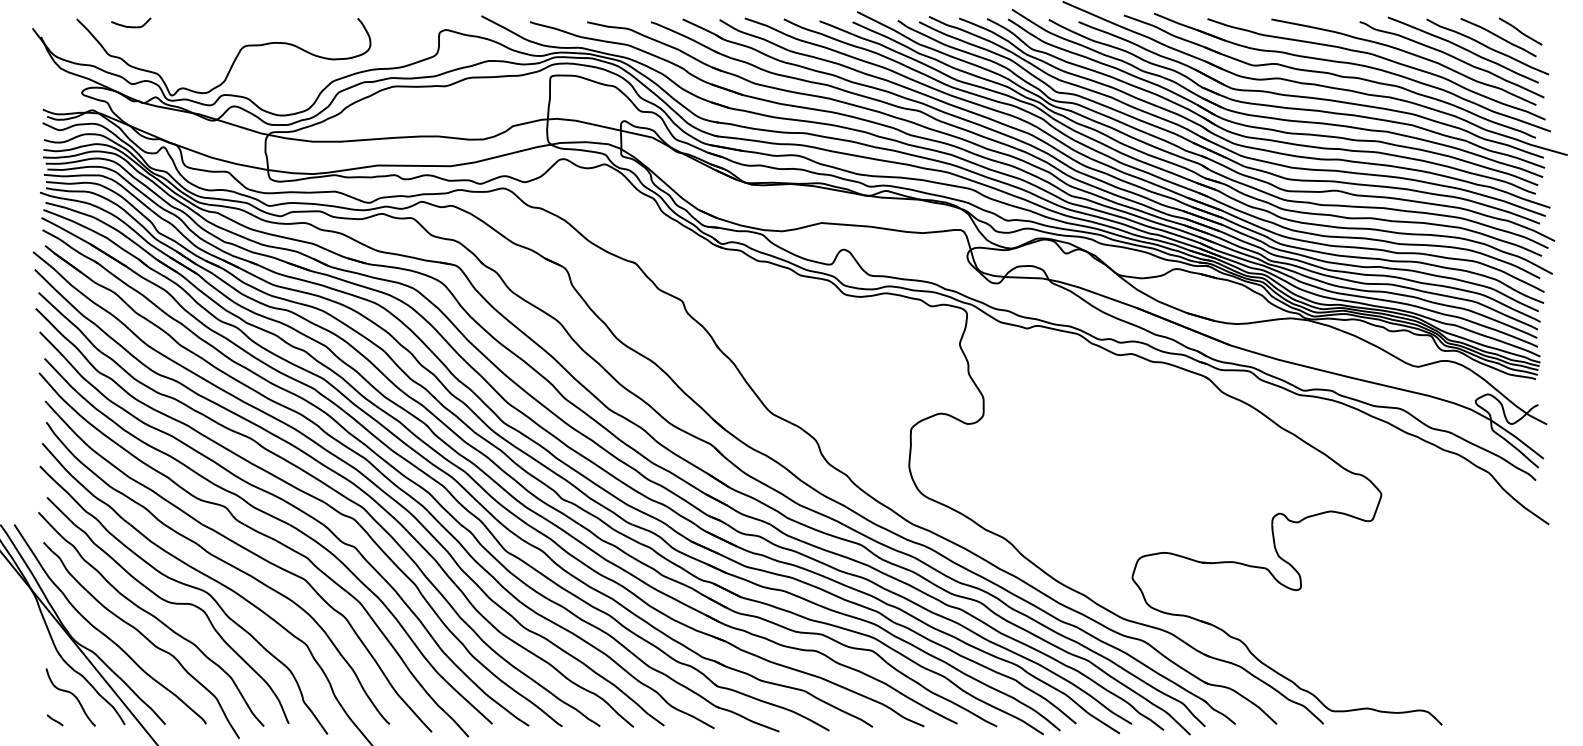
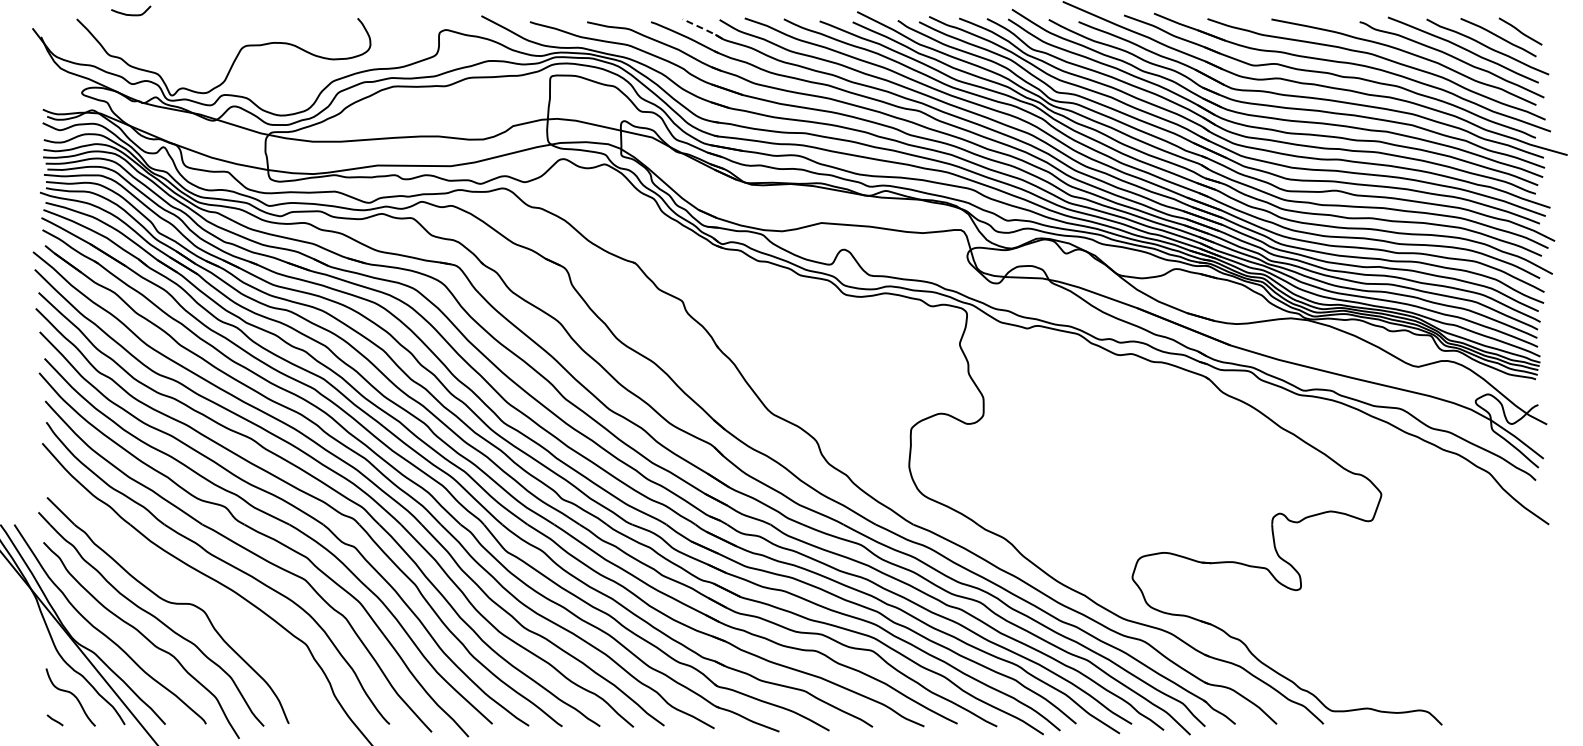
curve at (131, 26) position: (131, 26) -> (131, 14)
line at (704, 29): solid -> dashed
part at (187, 586): present -> none
